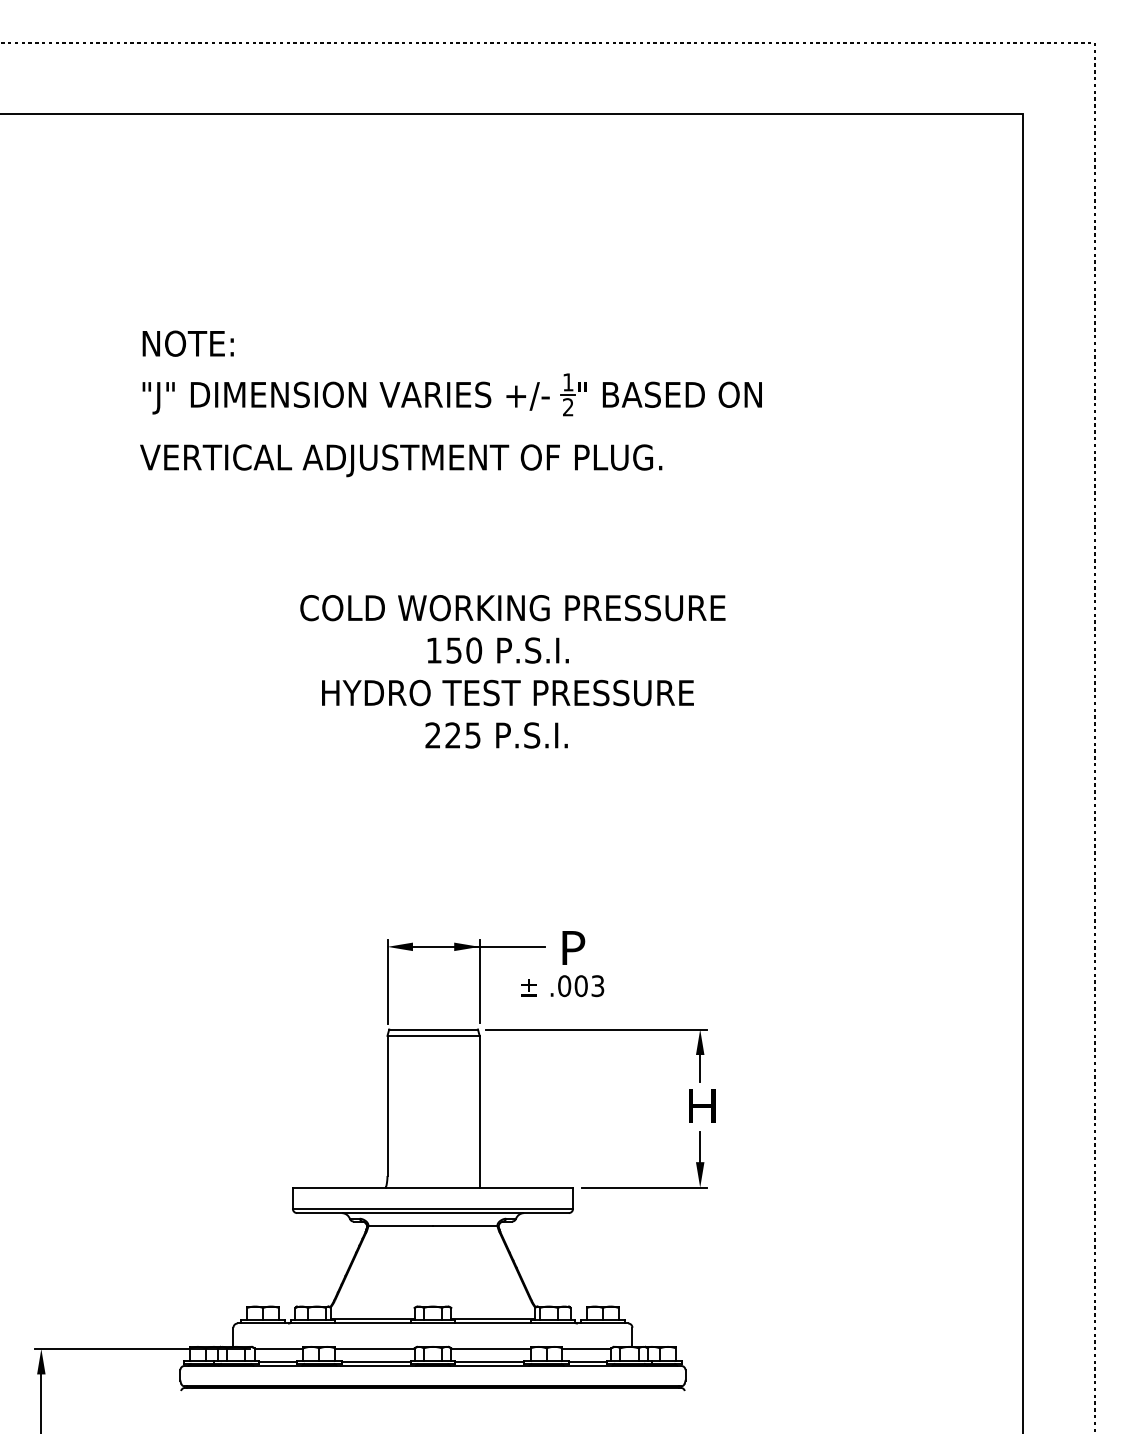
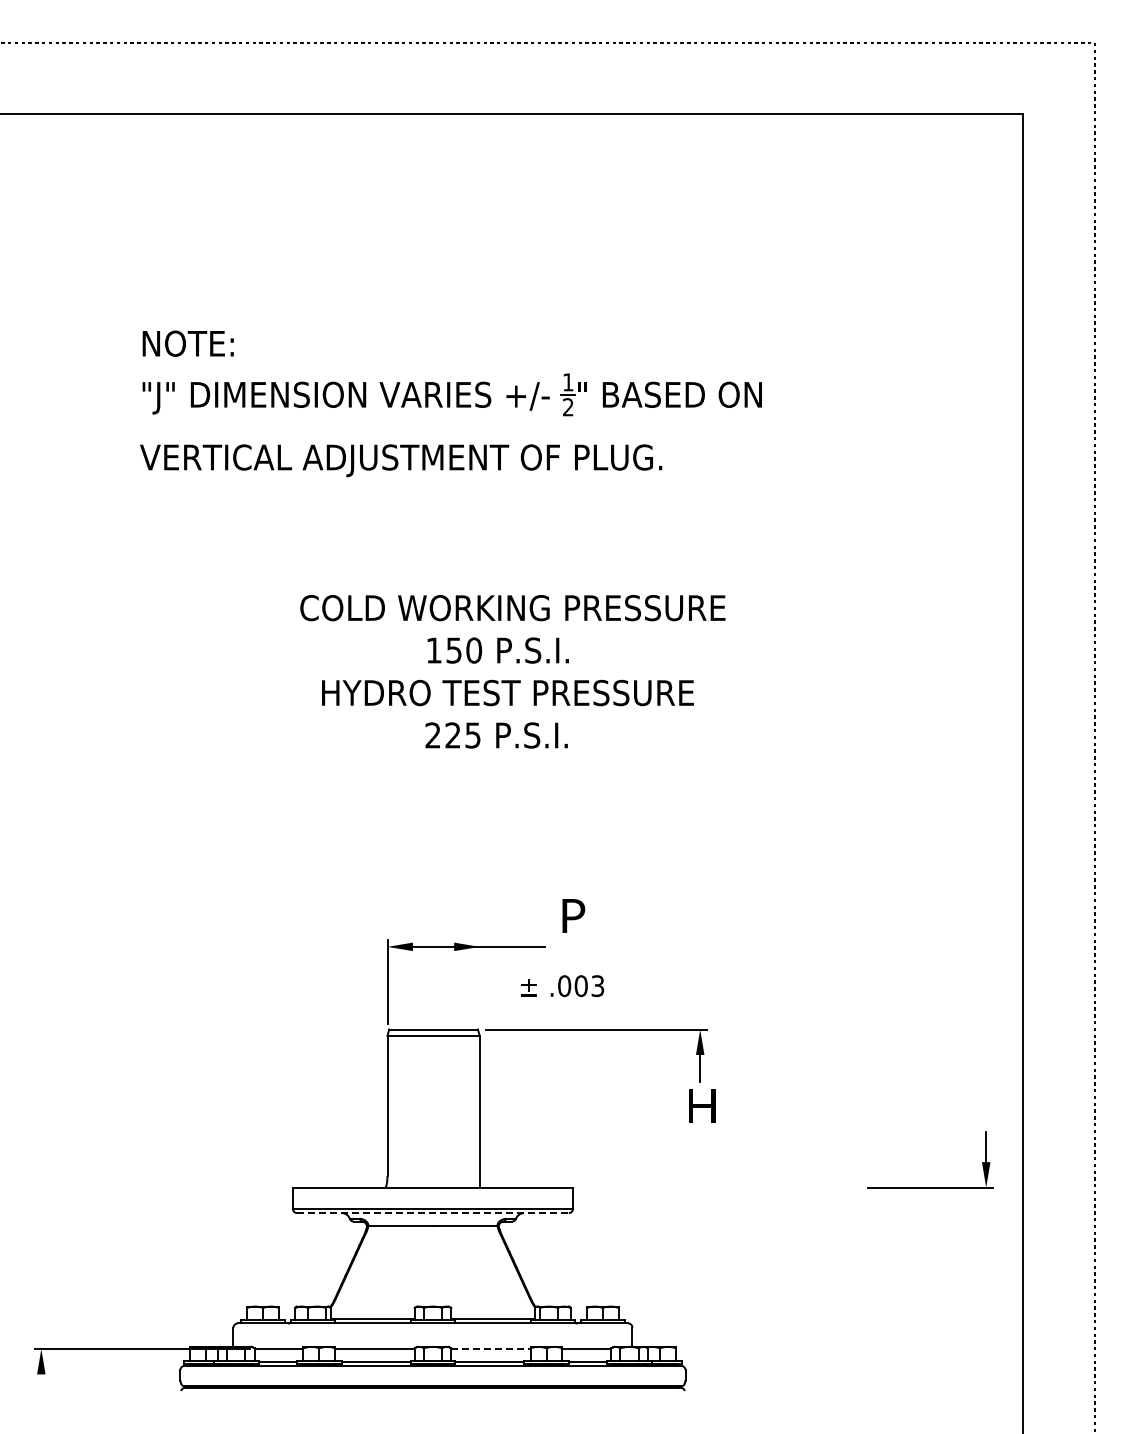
text at (573, 947) position: (573, 947) -> (573, 915)
line at (479, 981): present -> none
part at (644, 1187) position: (644, 1187) -> (930, 1187)
line at (432, 1213): solid -> dashed
line at (490, 1348): solid -> dashed
line at (41, 1402): present -> none
